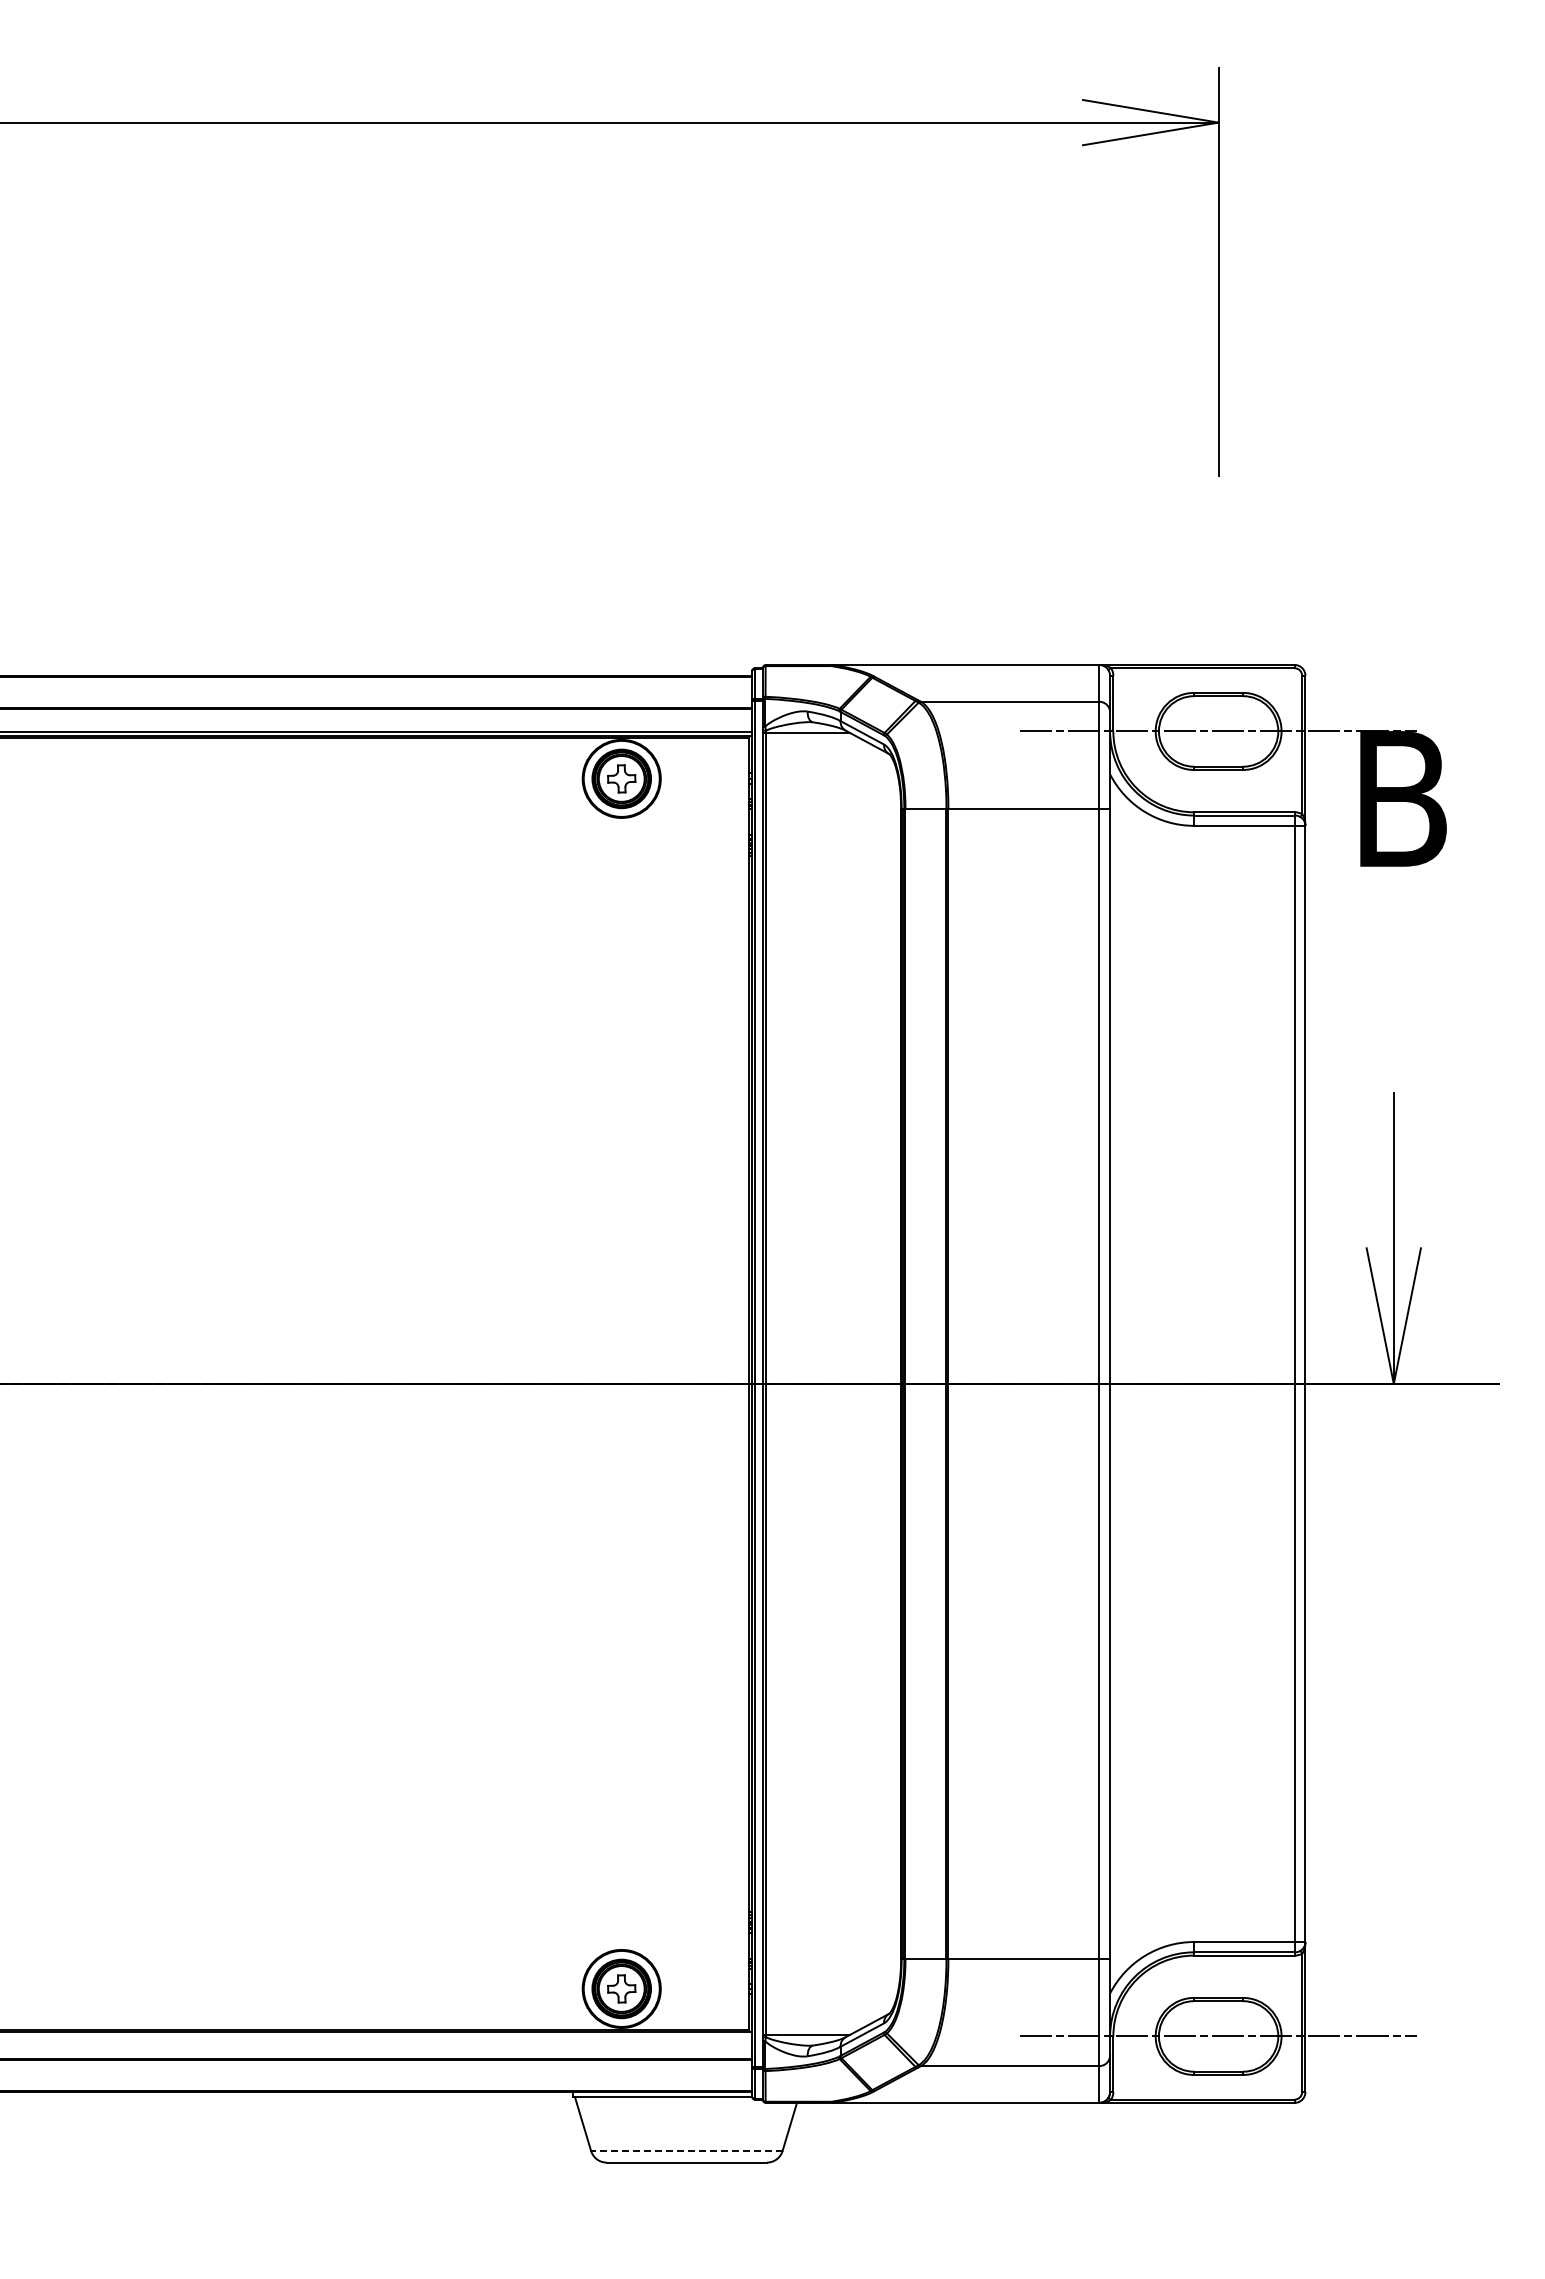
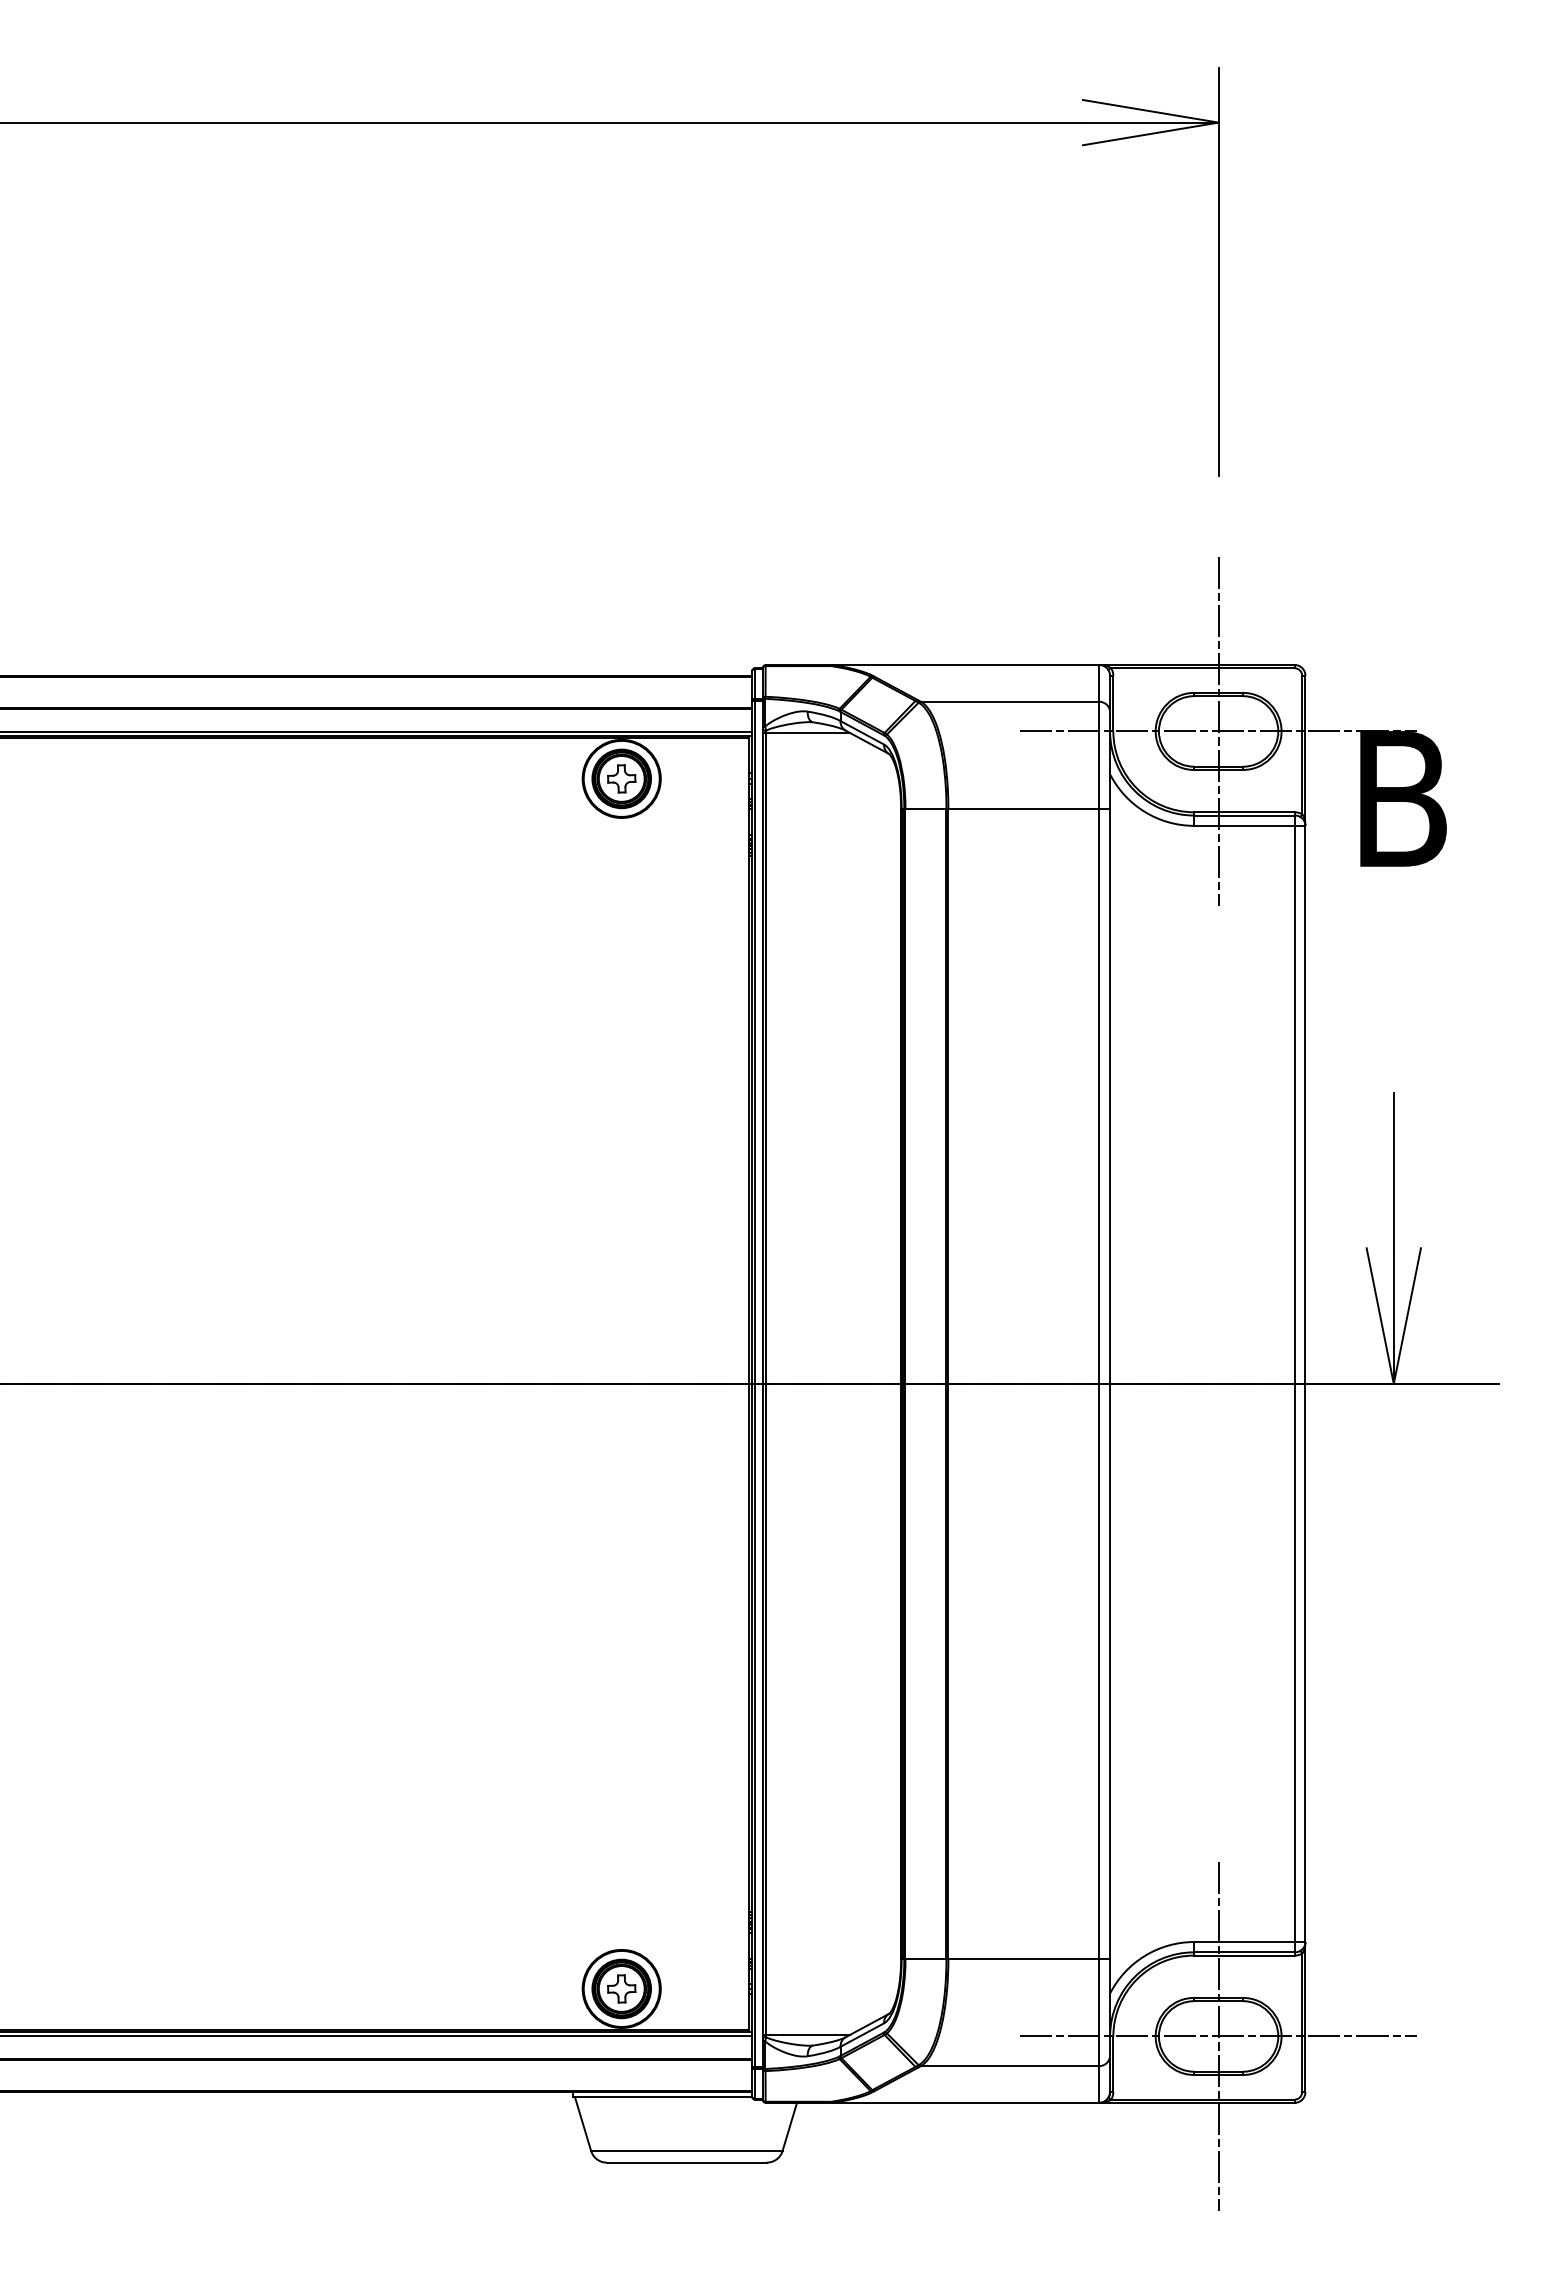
line at (1218, 731): none -> present
line at (376, 2035): none -> present
line at (1218, 2036): none -> present
line at (686, 2151): dashed -> solid
